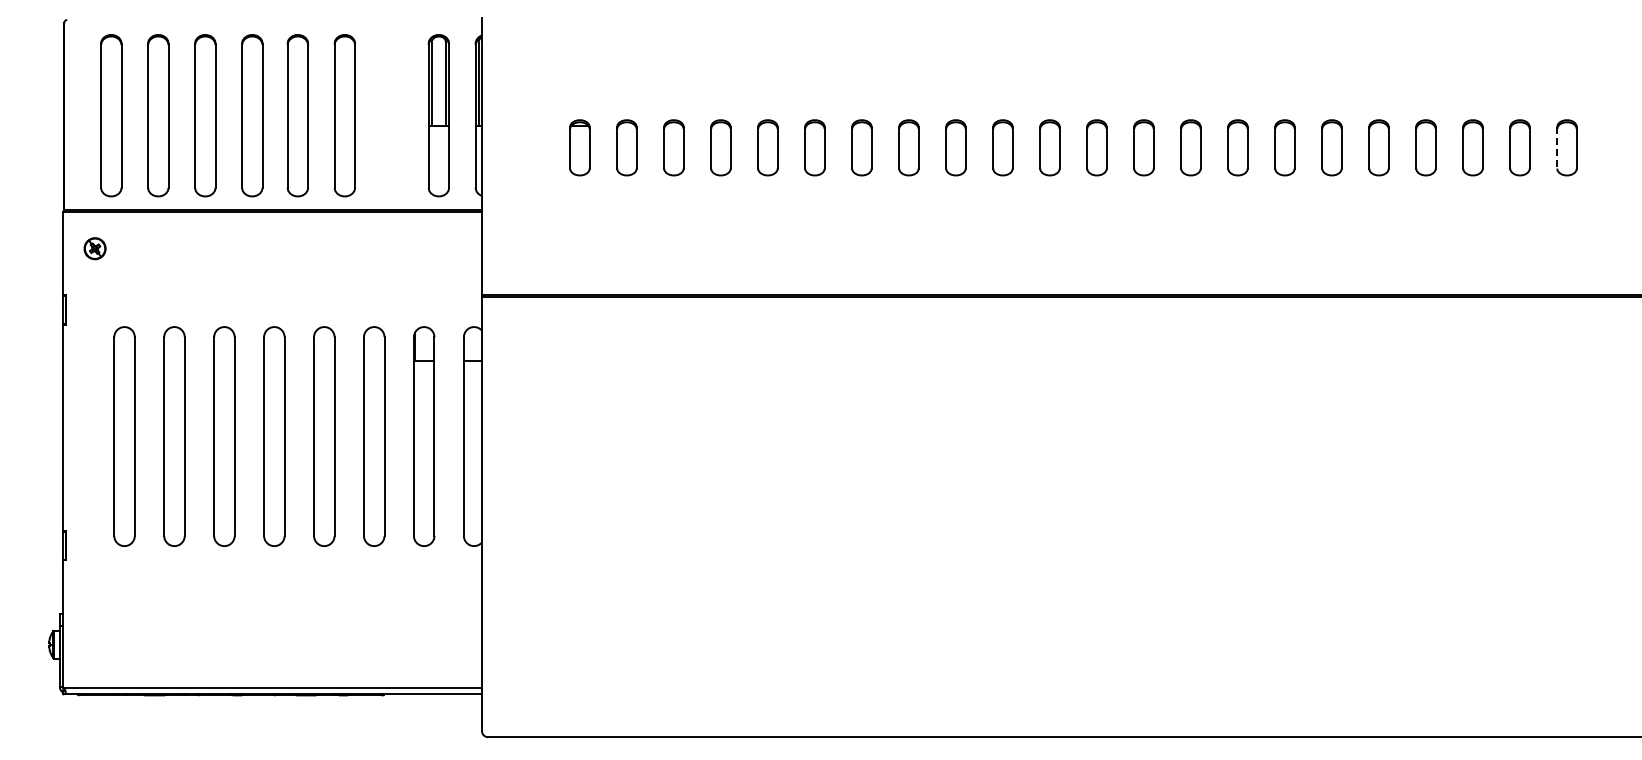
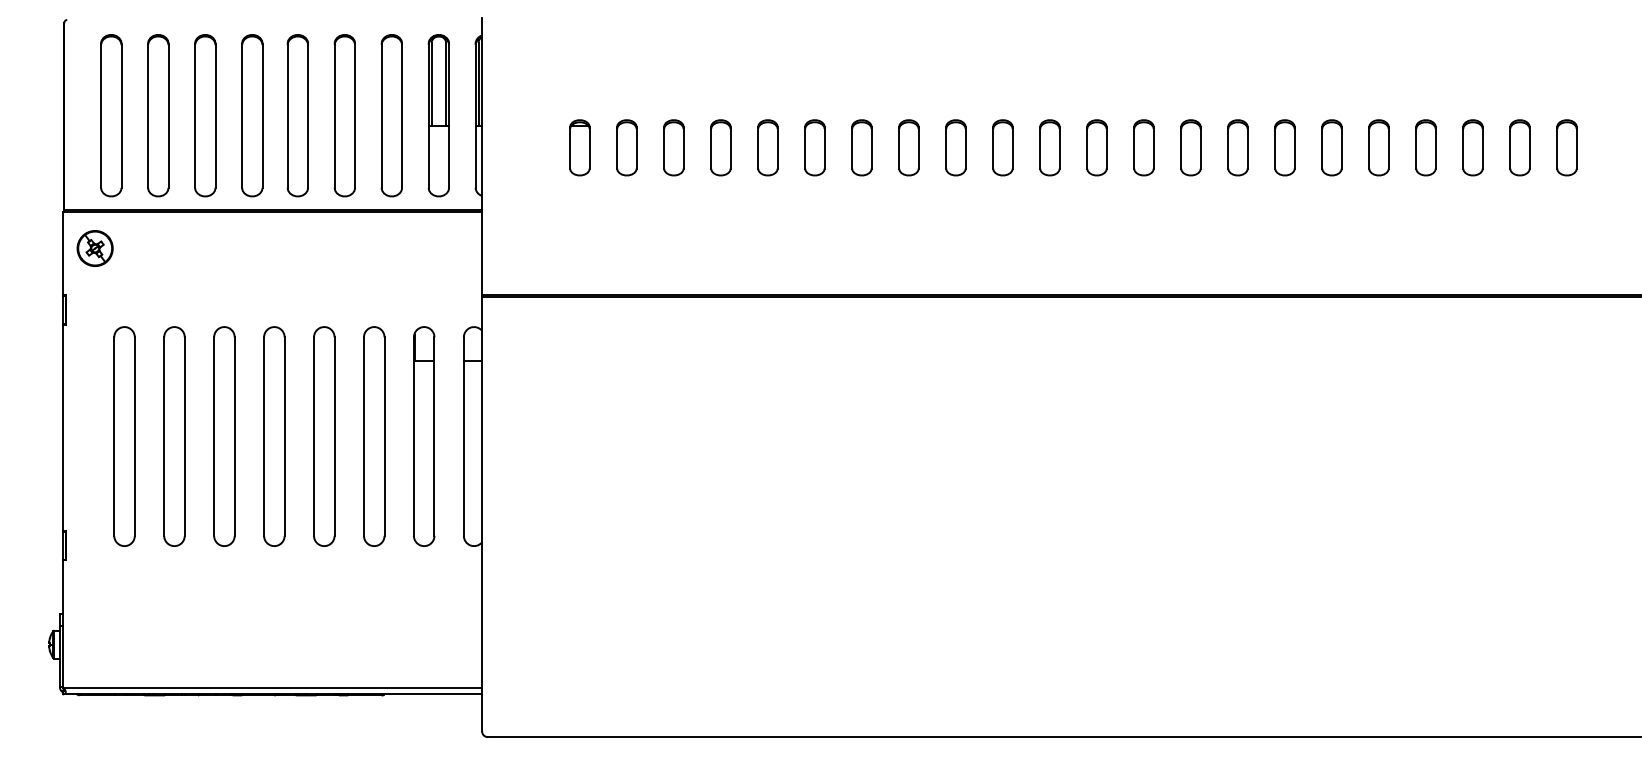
part at (391, 115): none -> present
line at (1557, 147): dashed -> solid
part at (94, 248) size: 24x24 px -> 38x38 px
